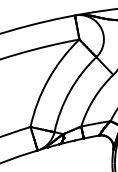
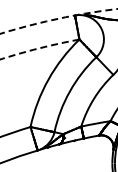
arc at (57, 18): solid -> dashed
arc at (38, 48): solid -> dashed
